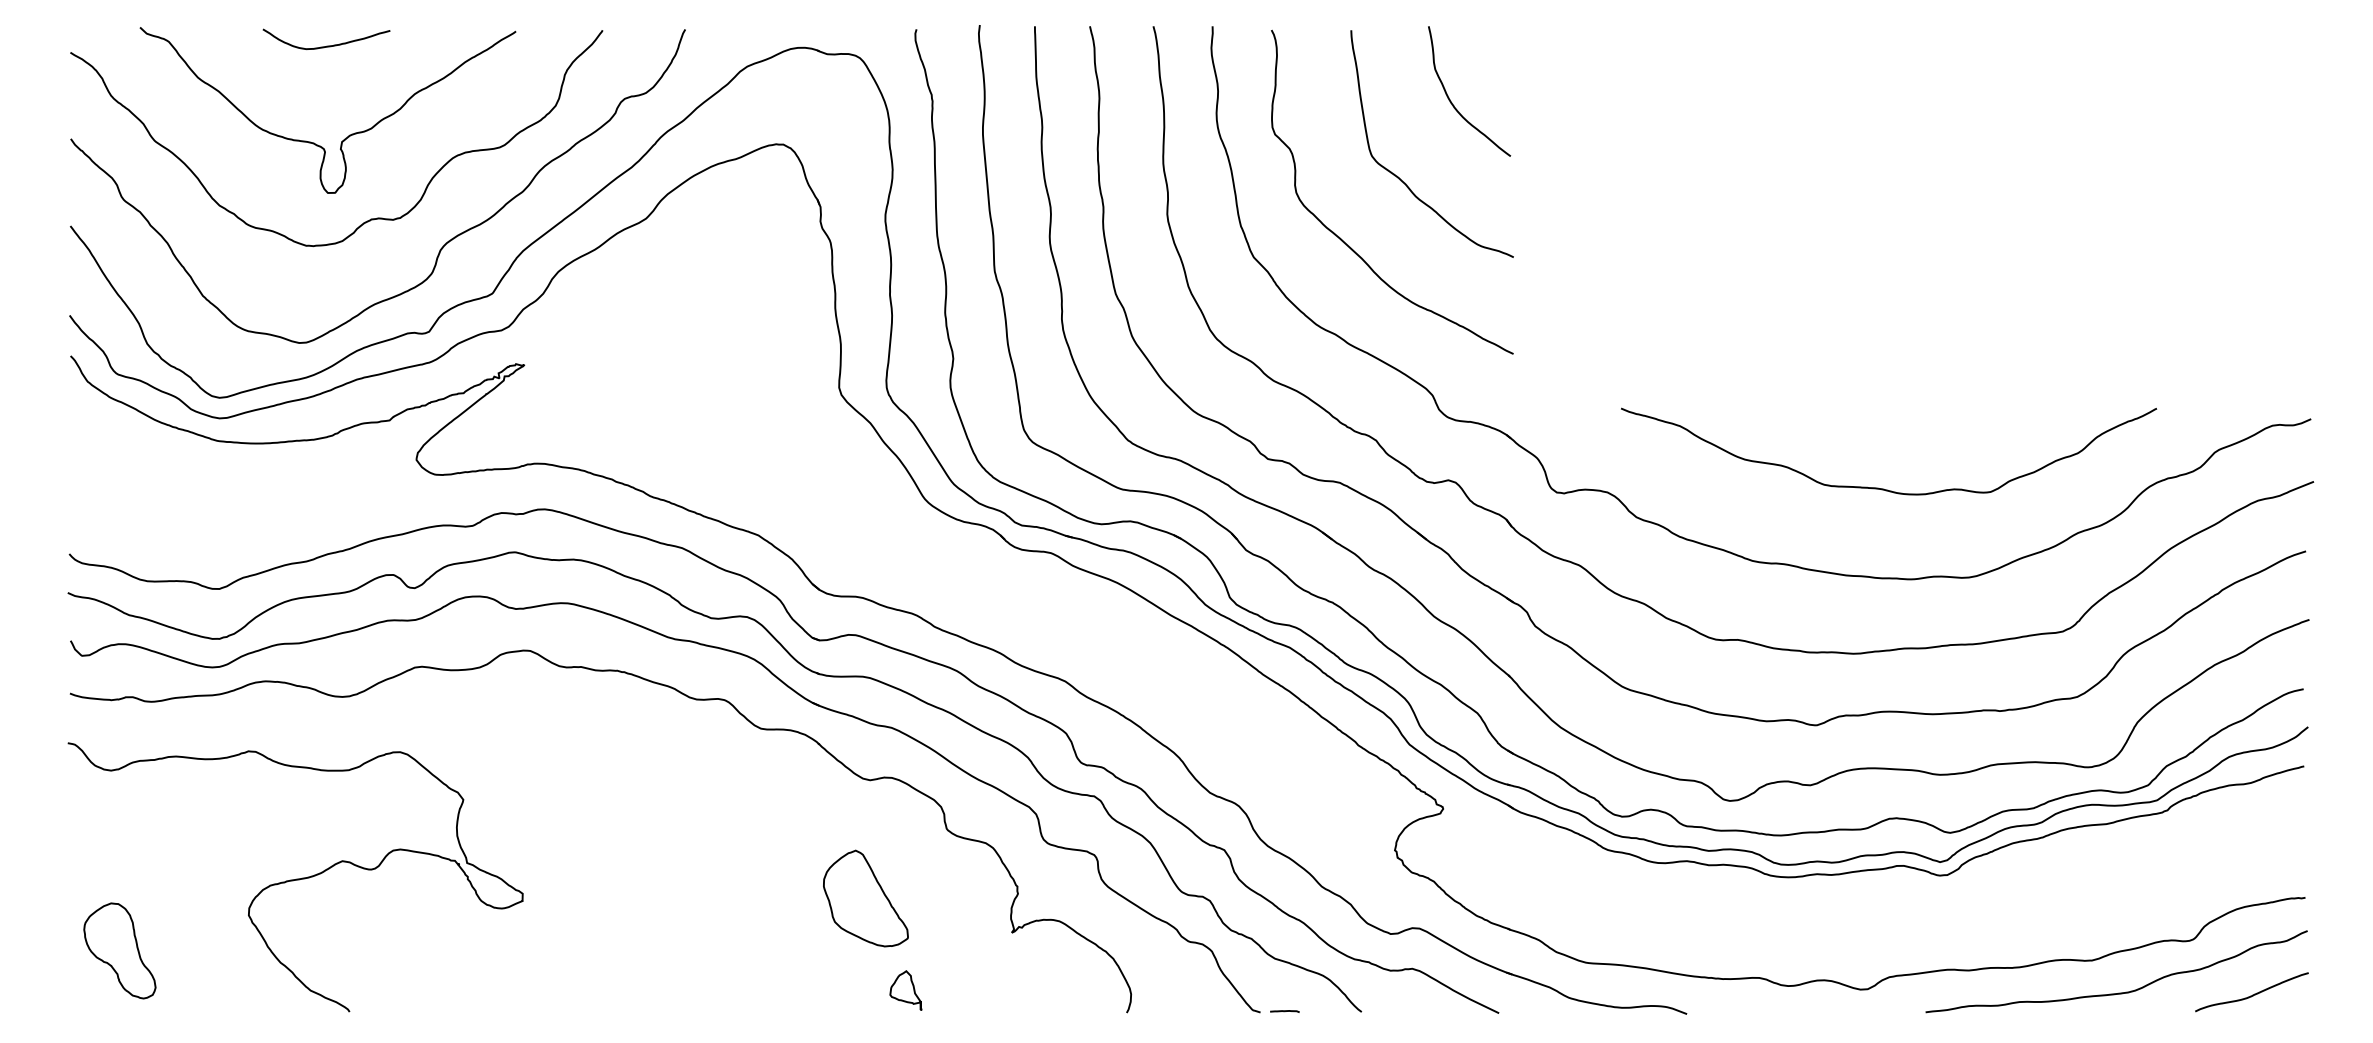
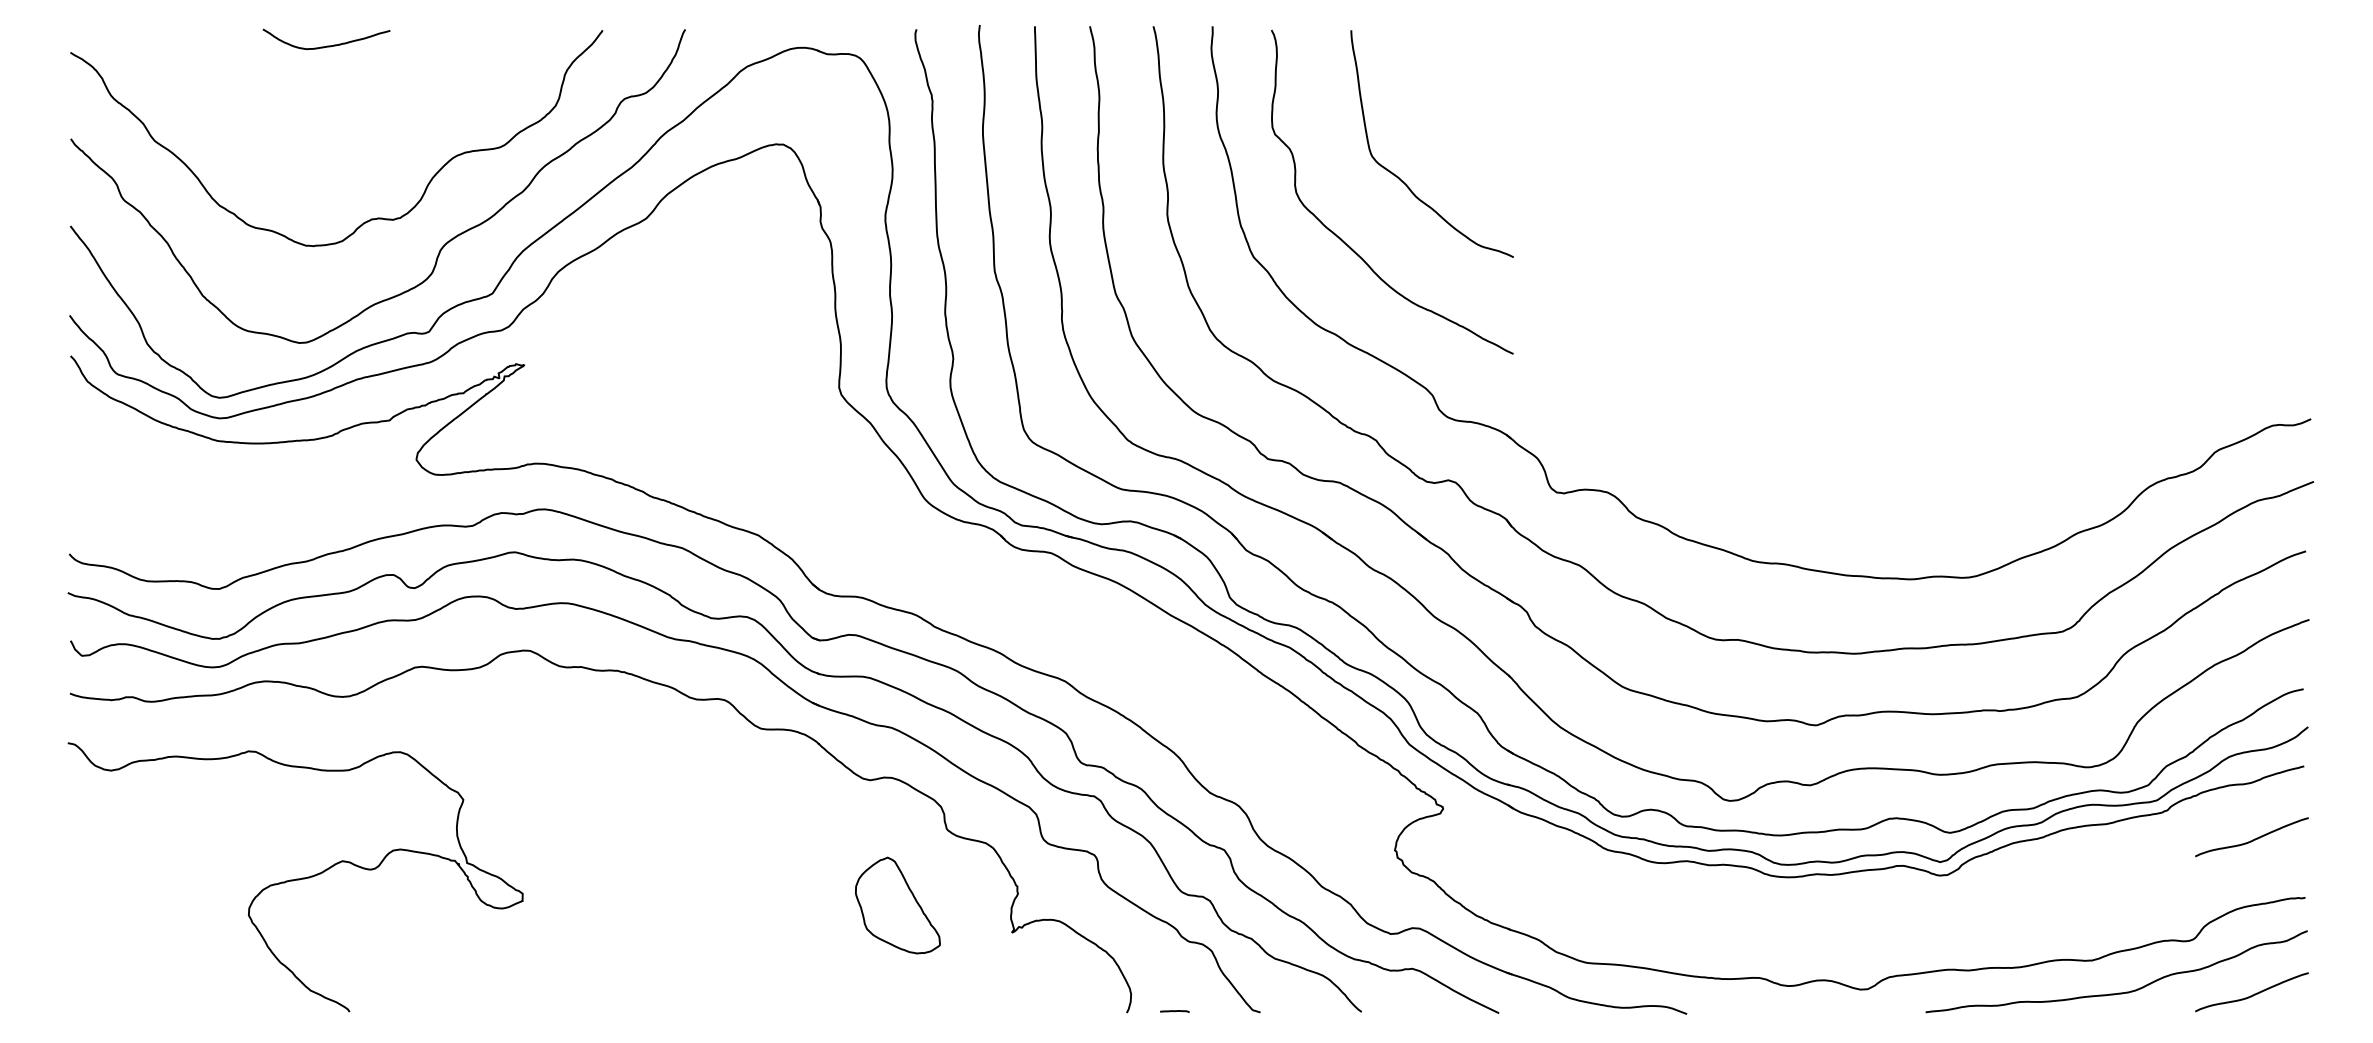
curve at (1452, 102): present -> none
curve at (349, 134): present -> none
curve at (1883, 488): present -> none
curve at (2252, 839): none -> present
part at (865, 898) position: (865, 898) -> (897, 905)
part at (119, 950): present -> none
part at (905, 990): present -> none
line at (1284, 1011) position: (1284, 1011) -> (1174, 1011)
